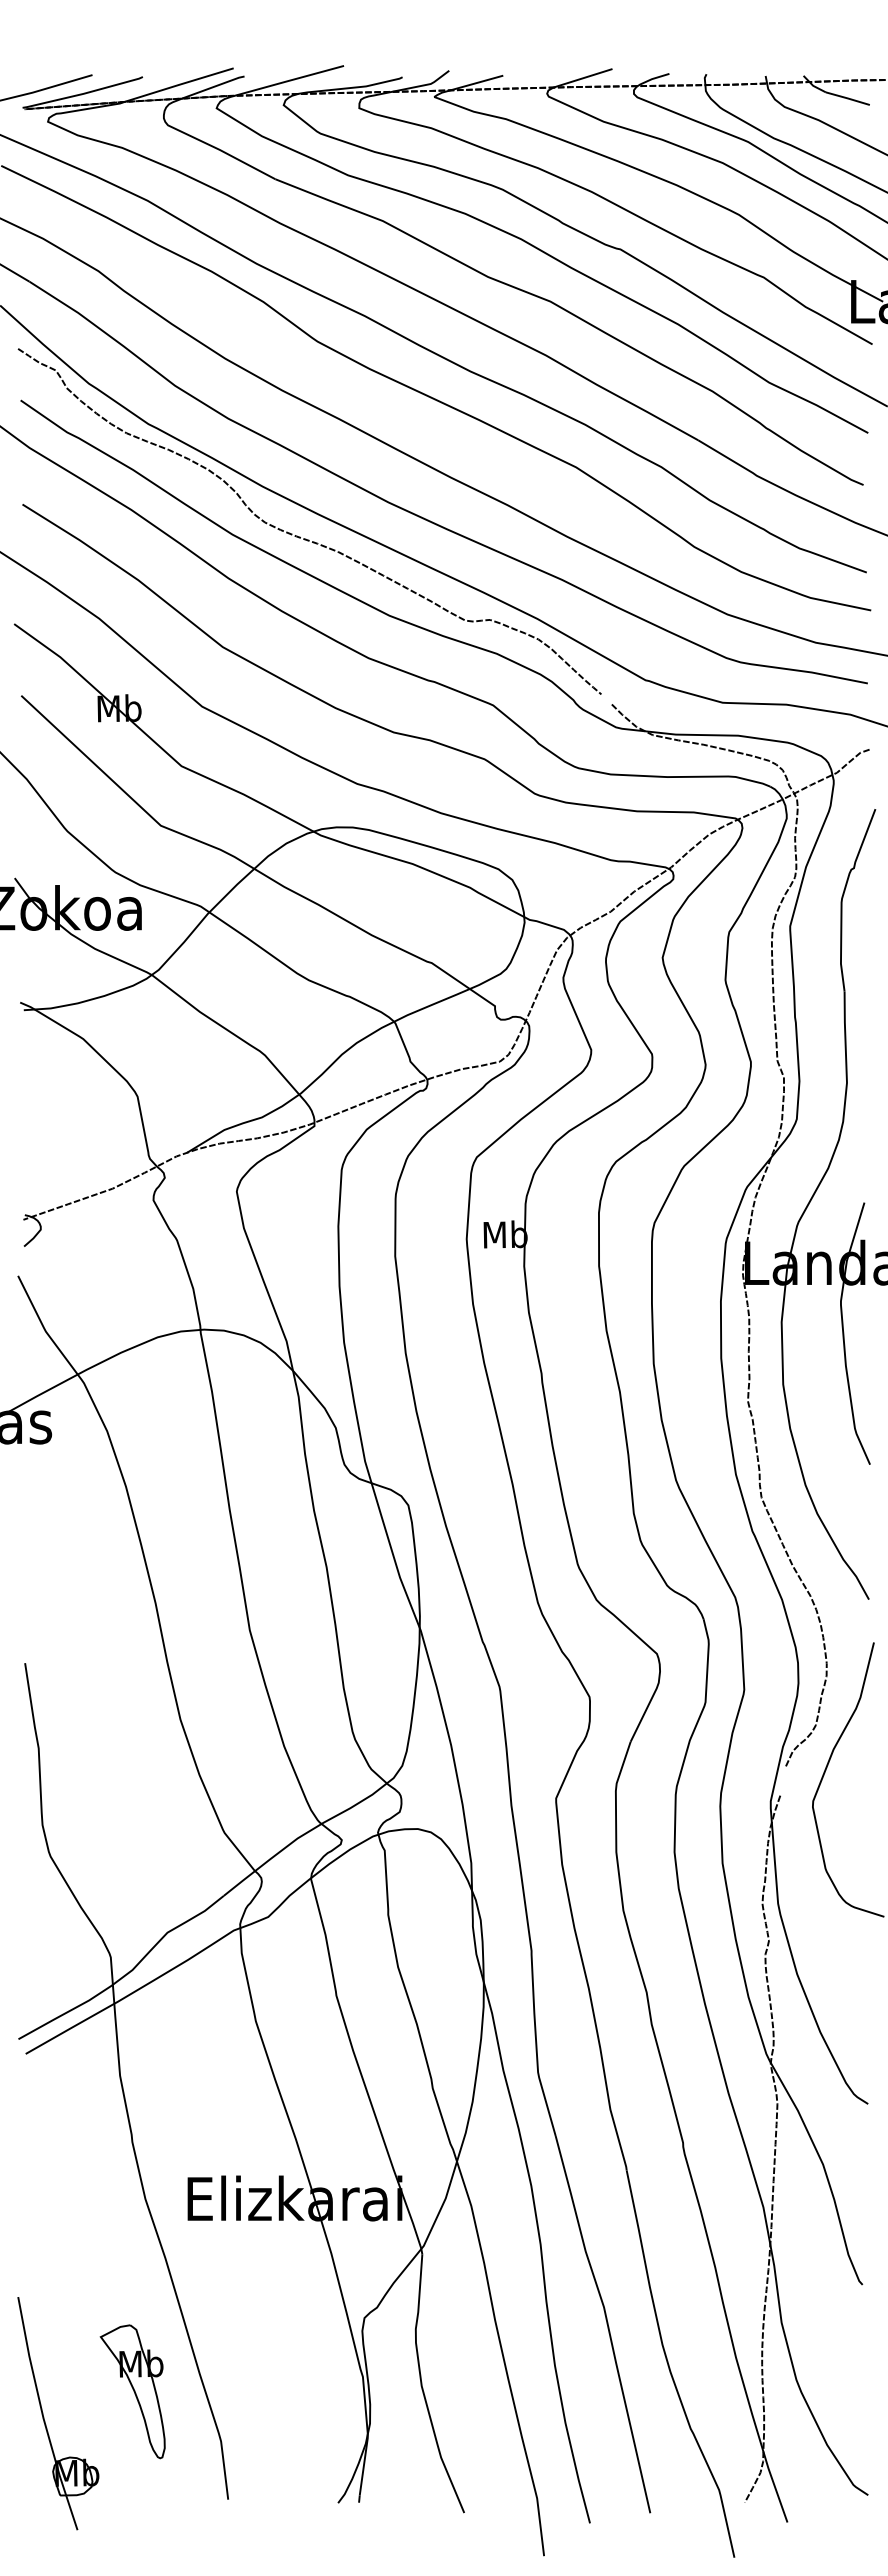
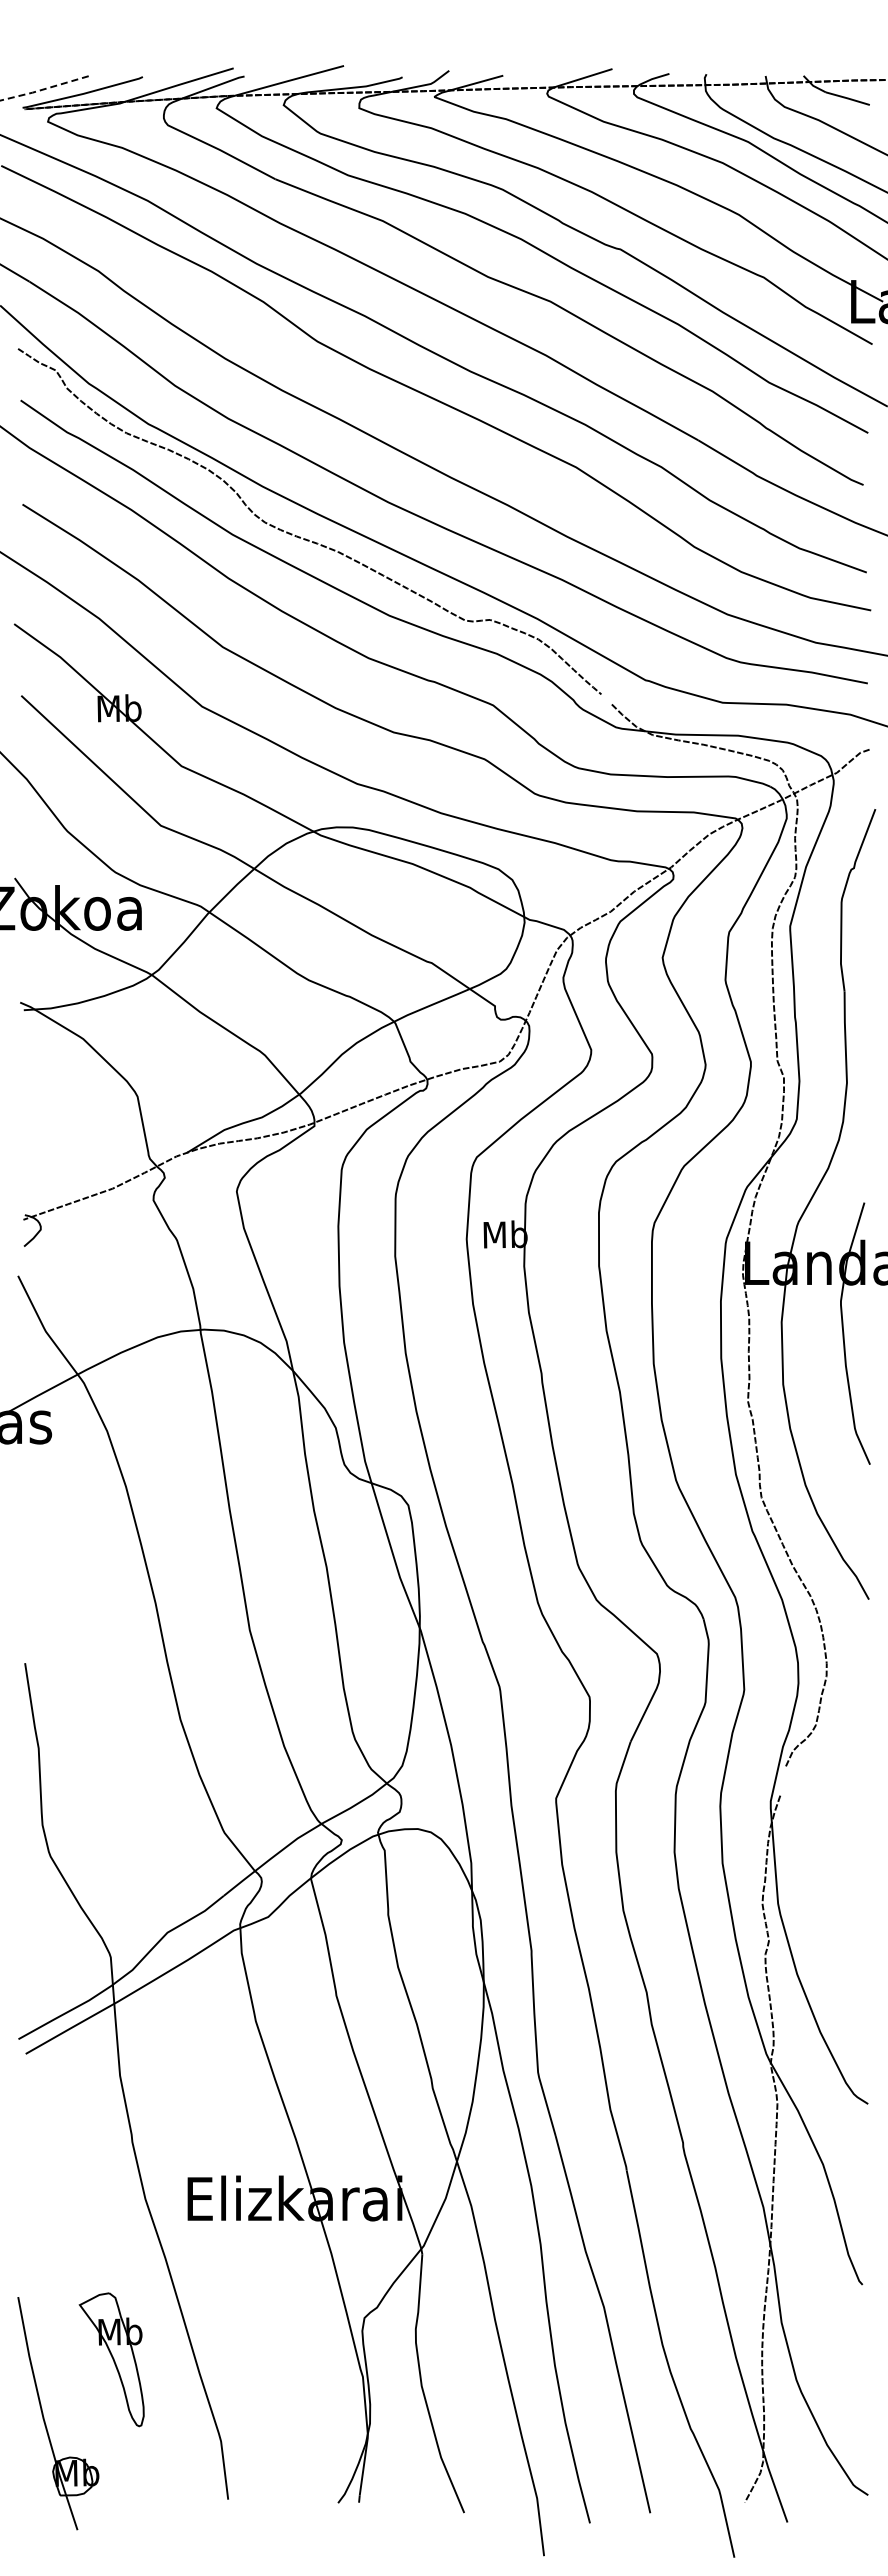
line at (46, 88): solid -> dashed
curve at (827, 1768): present -> none
part at (132, 2391) position: (132, 2391) -> (111, 2359)
